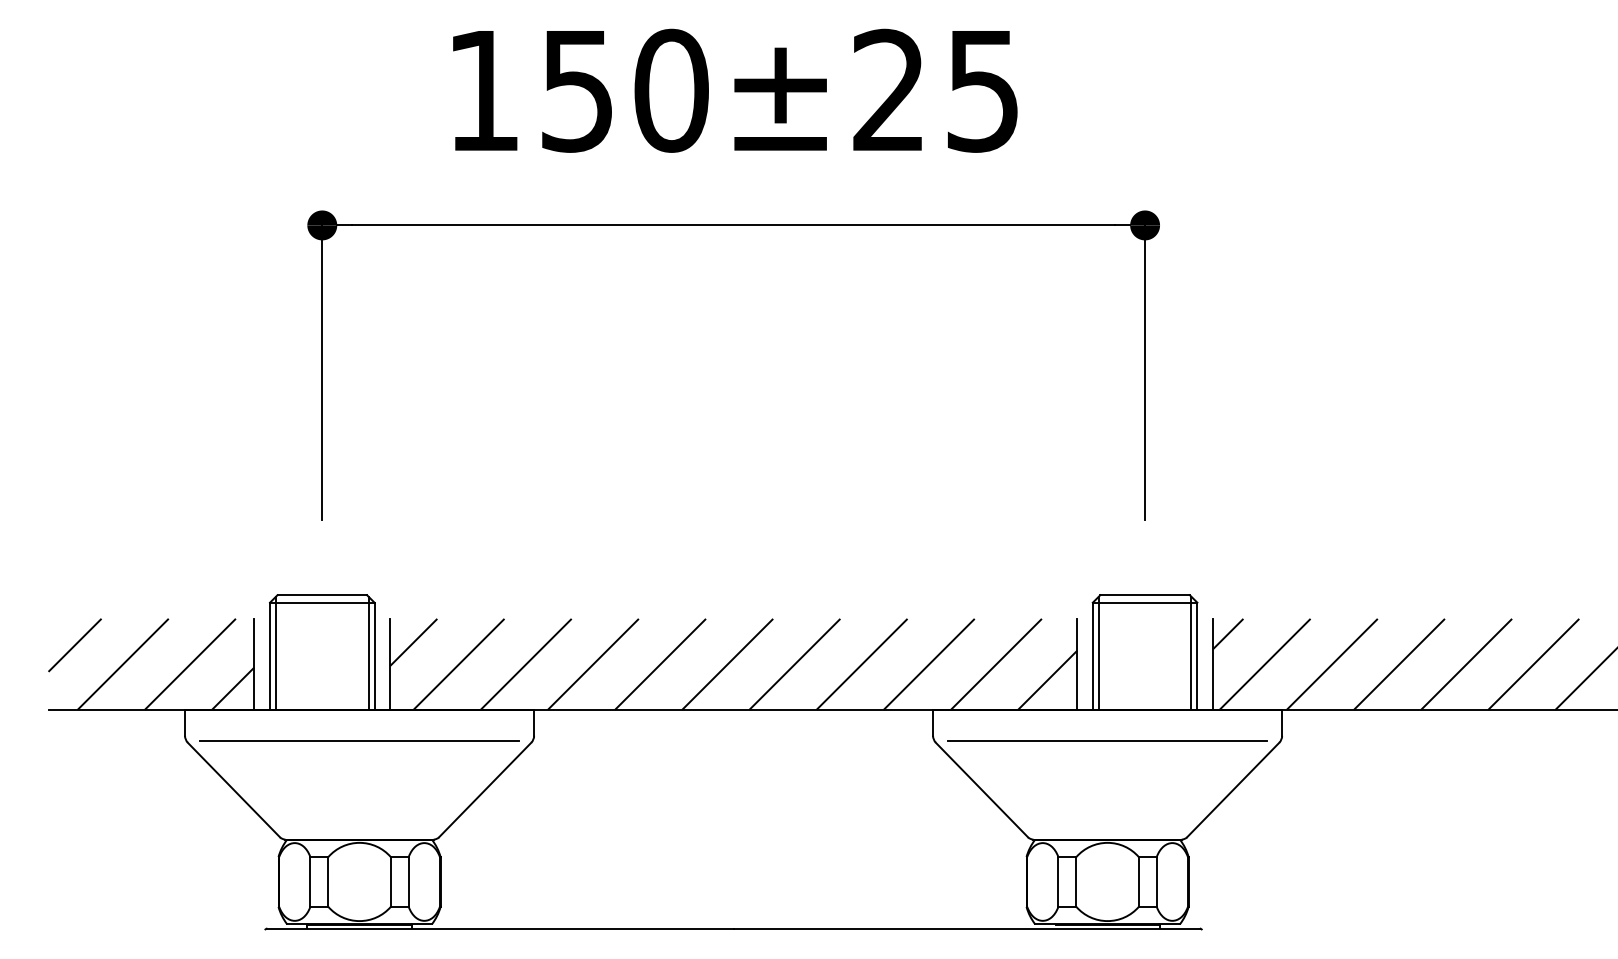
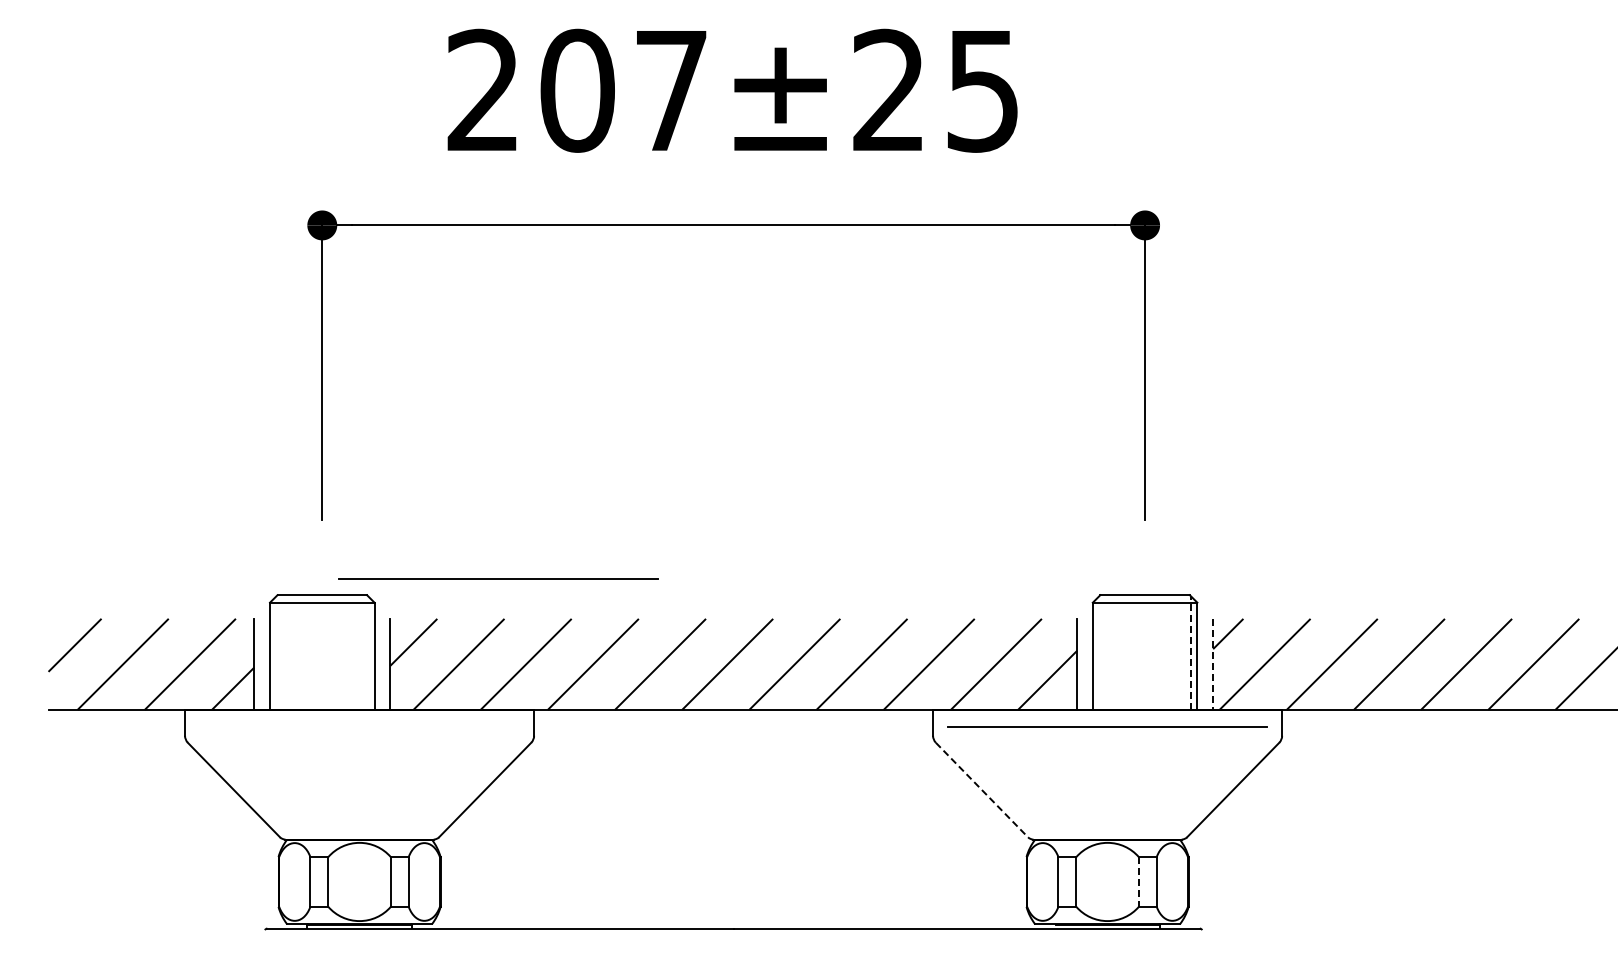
text at (577, 90): 150±25 -> 207±25
line at (275, 652): present -> none
line at (368, 652): present -> none
line at (1098, 652): present -> none
line at (1191, 653): solid -> dashed
line at (1213, 664): solid -> dashed
line at (359, 740) position: (359, 740) -> (498, 578)
line at (1107, 740) position: (1107, 740) -> (1107, 726)
line at (982, 790): solid -> dashed
line at (1138, 881): solid -> dashed
